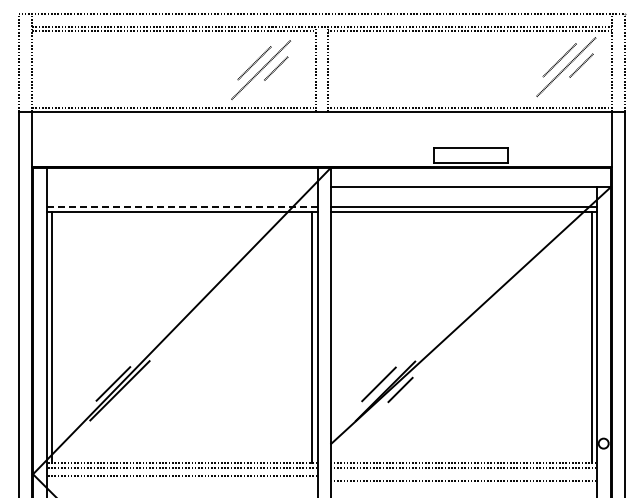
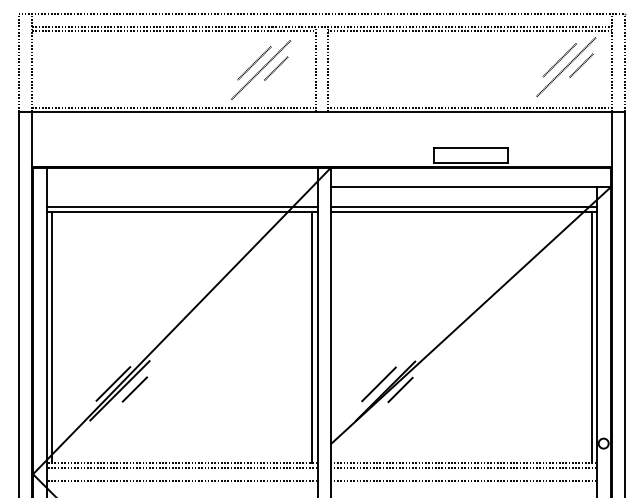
line at (182, 206): dashed -> solid
line at (134, 389): none -> present
line at (181, 475) position: (181, 475) -> (181, 480)
